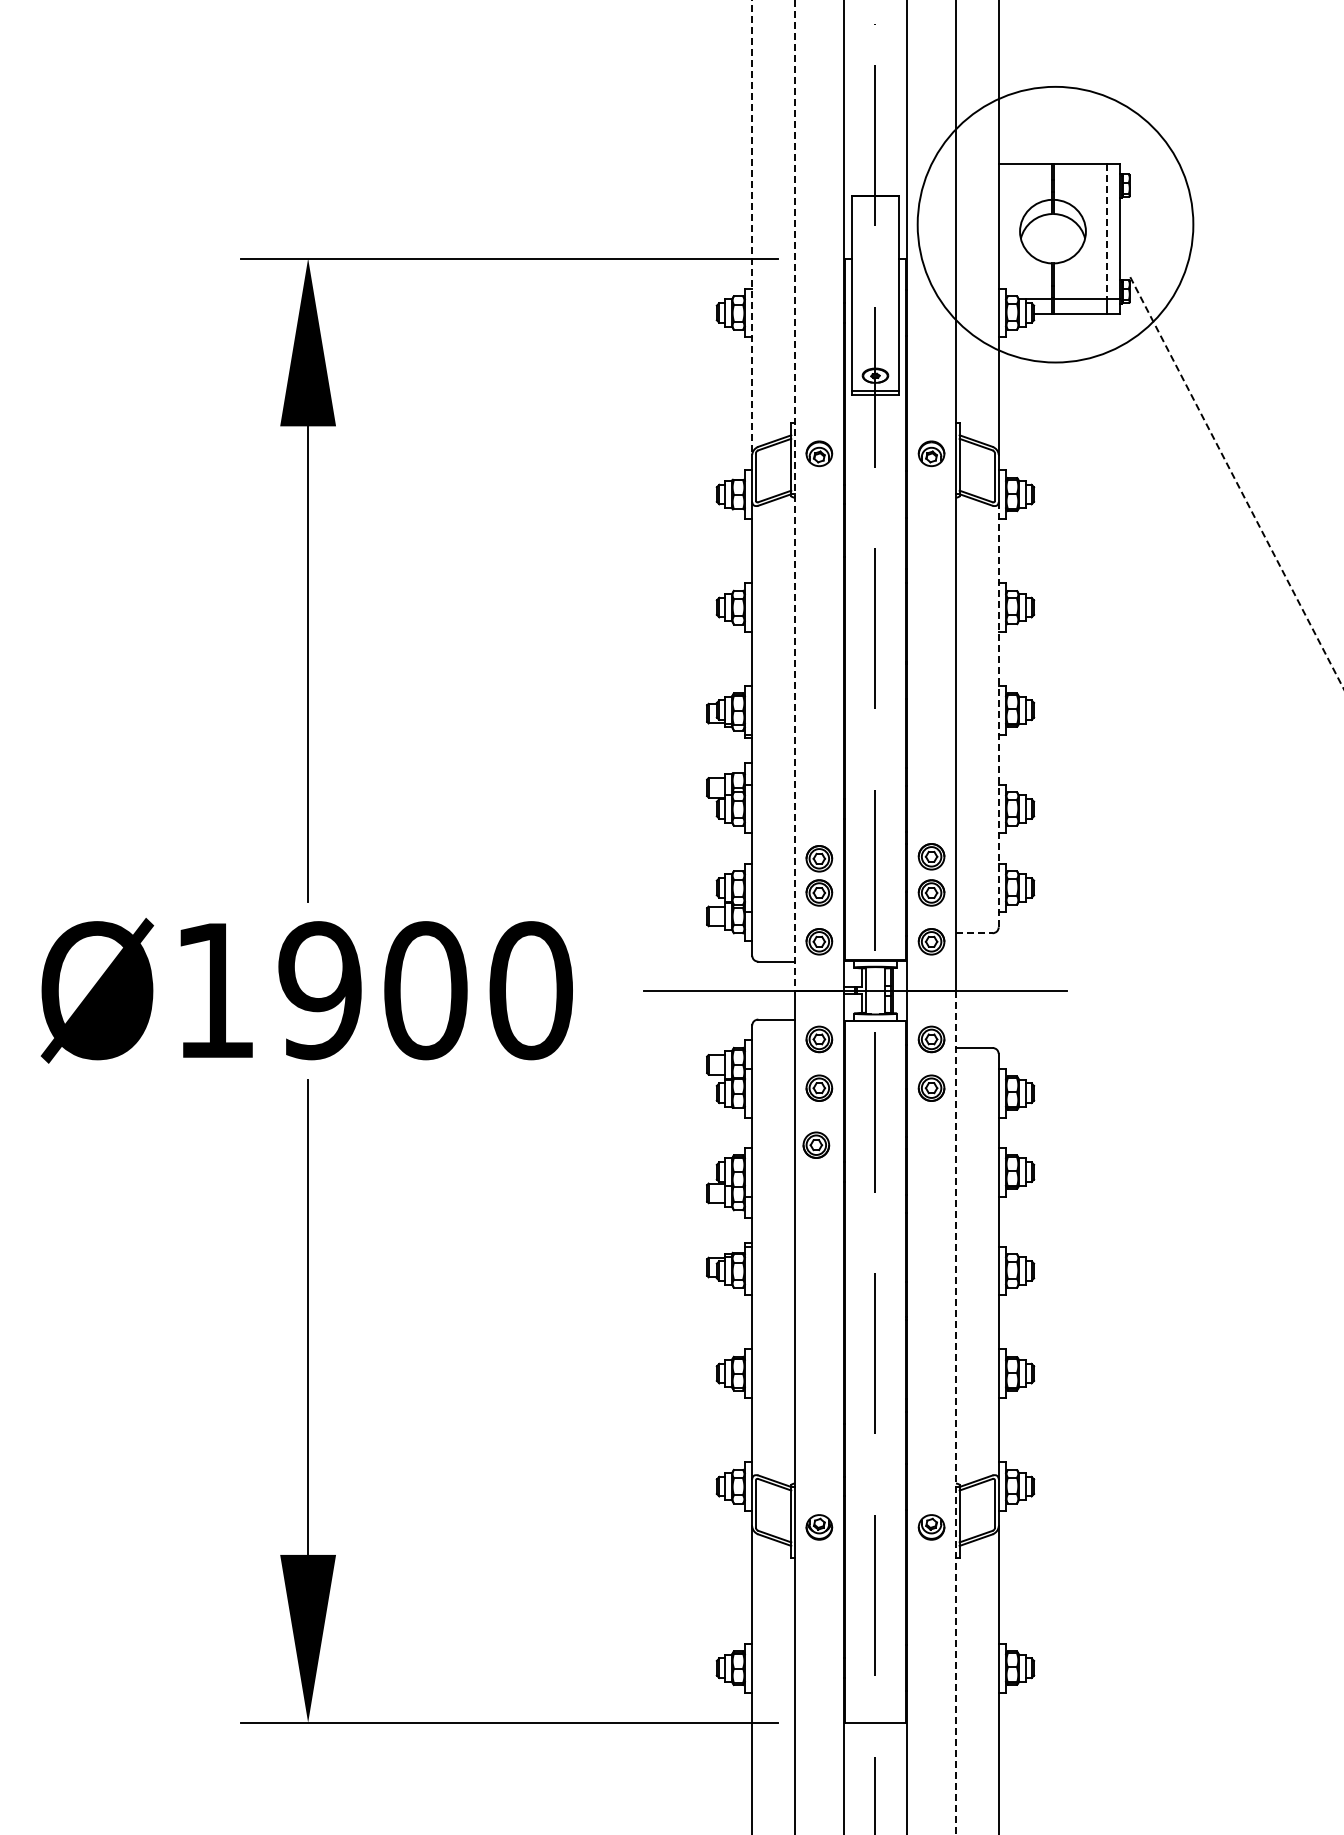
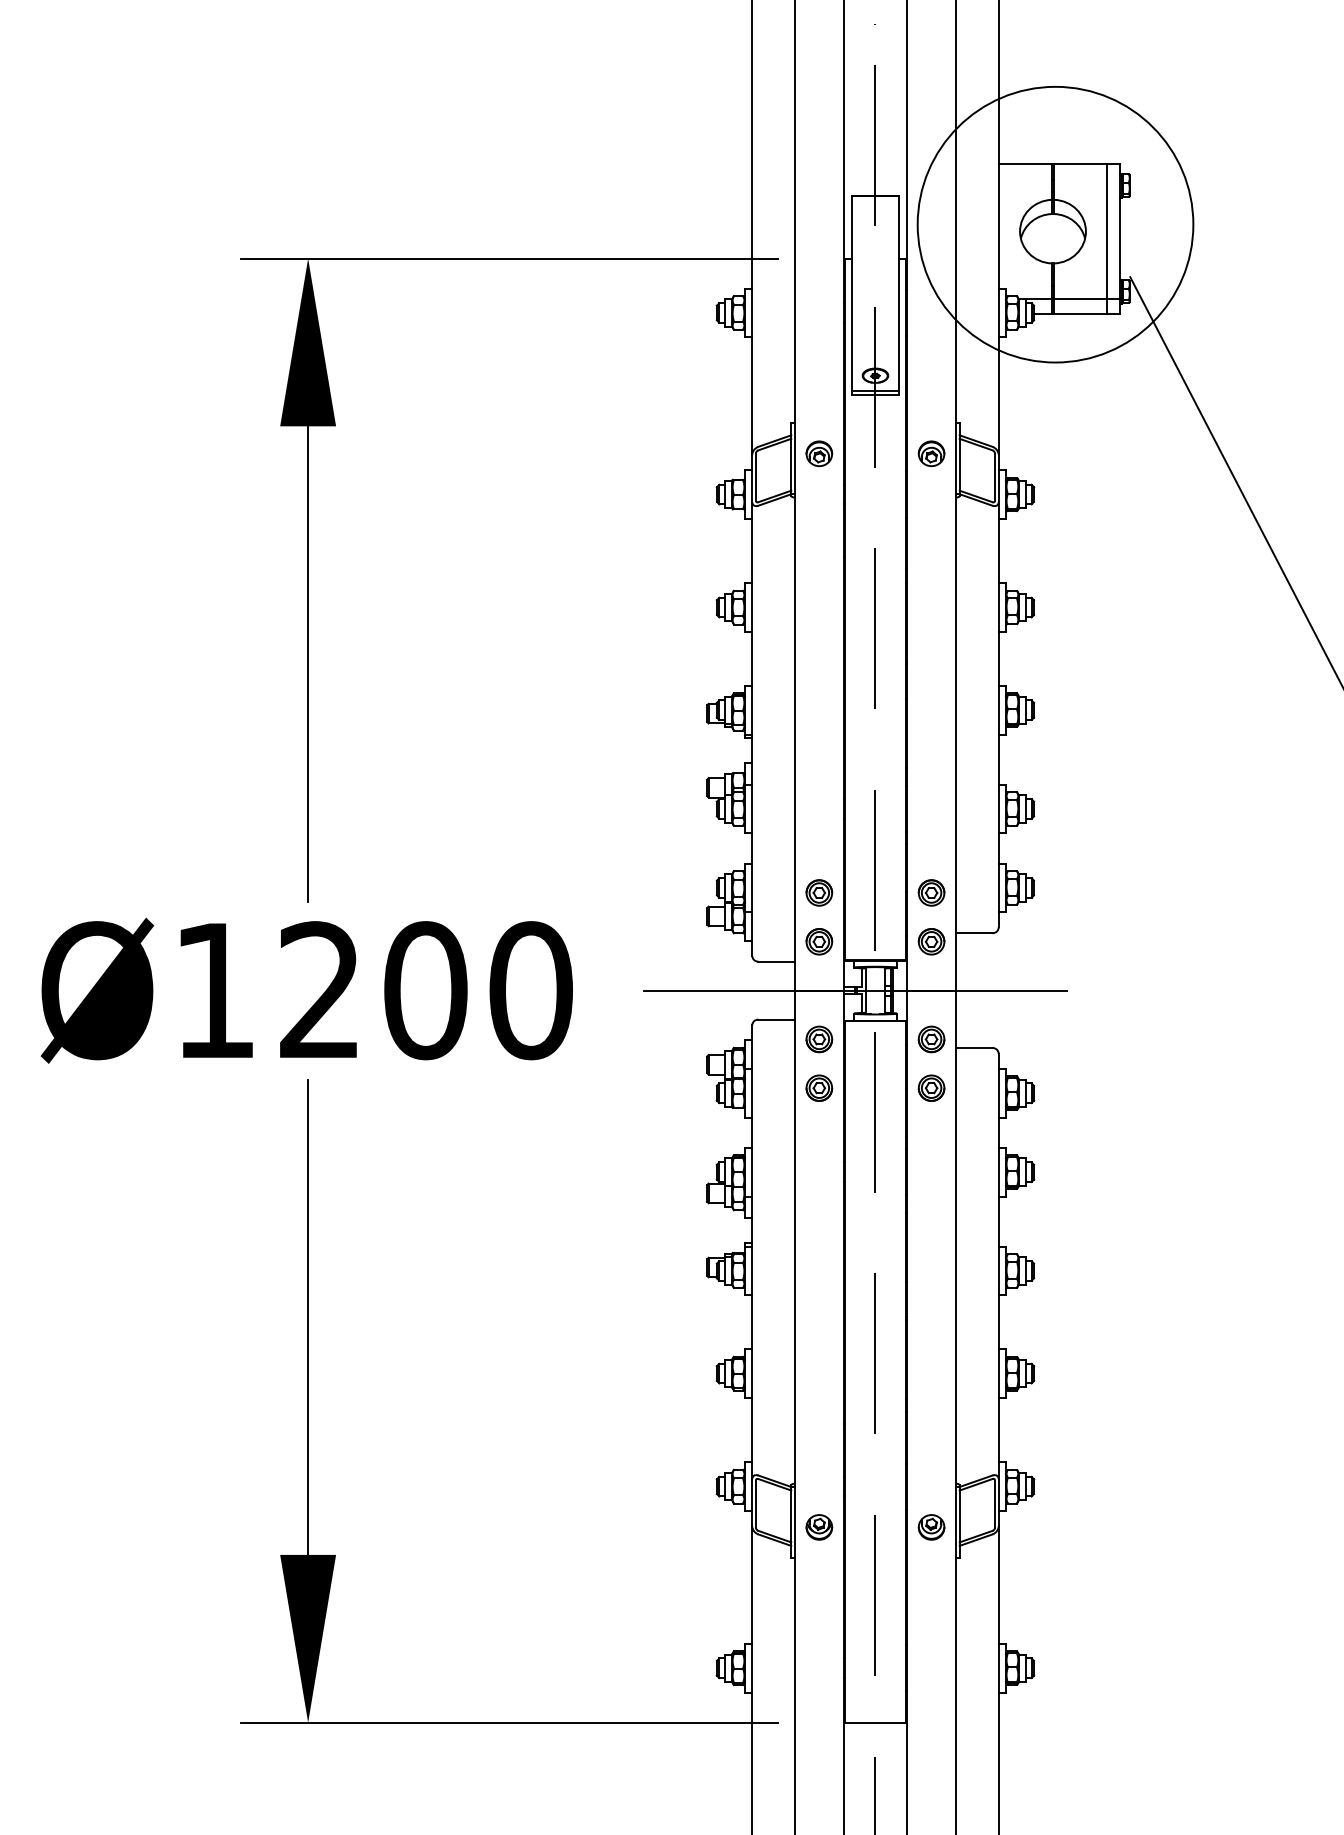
line at (752, 228): dashed -> solid
line at (1107, 231): dashed -> solid
line at (1237, 483): dashed -> solid
line at (794, 495): dashed -> solid
line at (998, 714): dashed -> solid
part at (931, 856): present -> none
part at (819, 858): present -> none
line at (974, 933): dashed -> solid
text at (319, 990): Ø1900 -> Ø1200
part at (816, 1144): present -> none
line at (956, 1412): dashed -> solid
